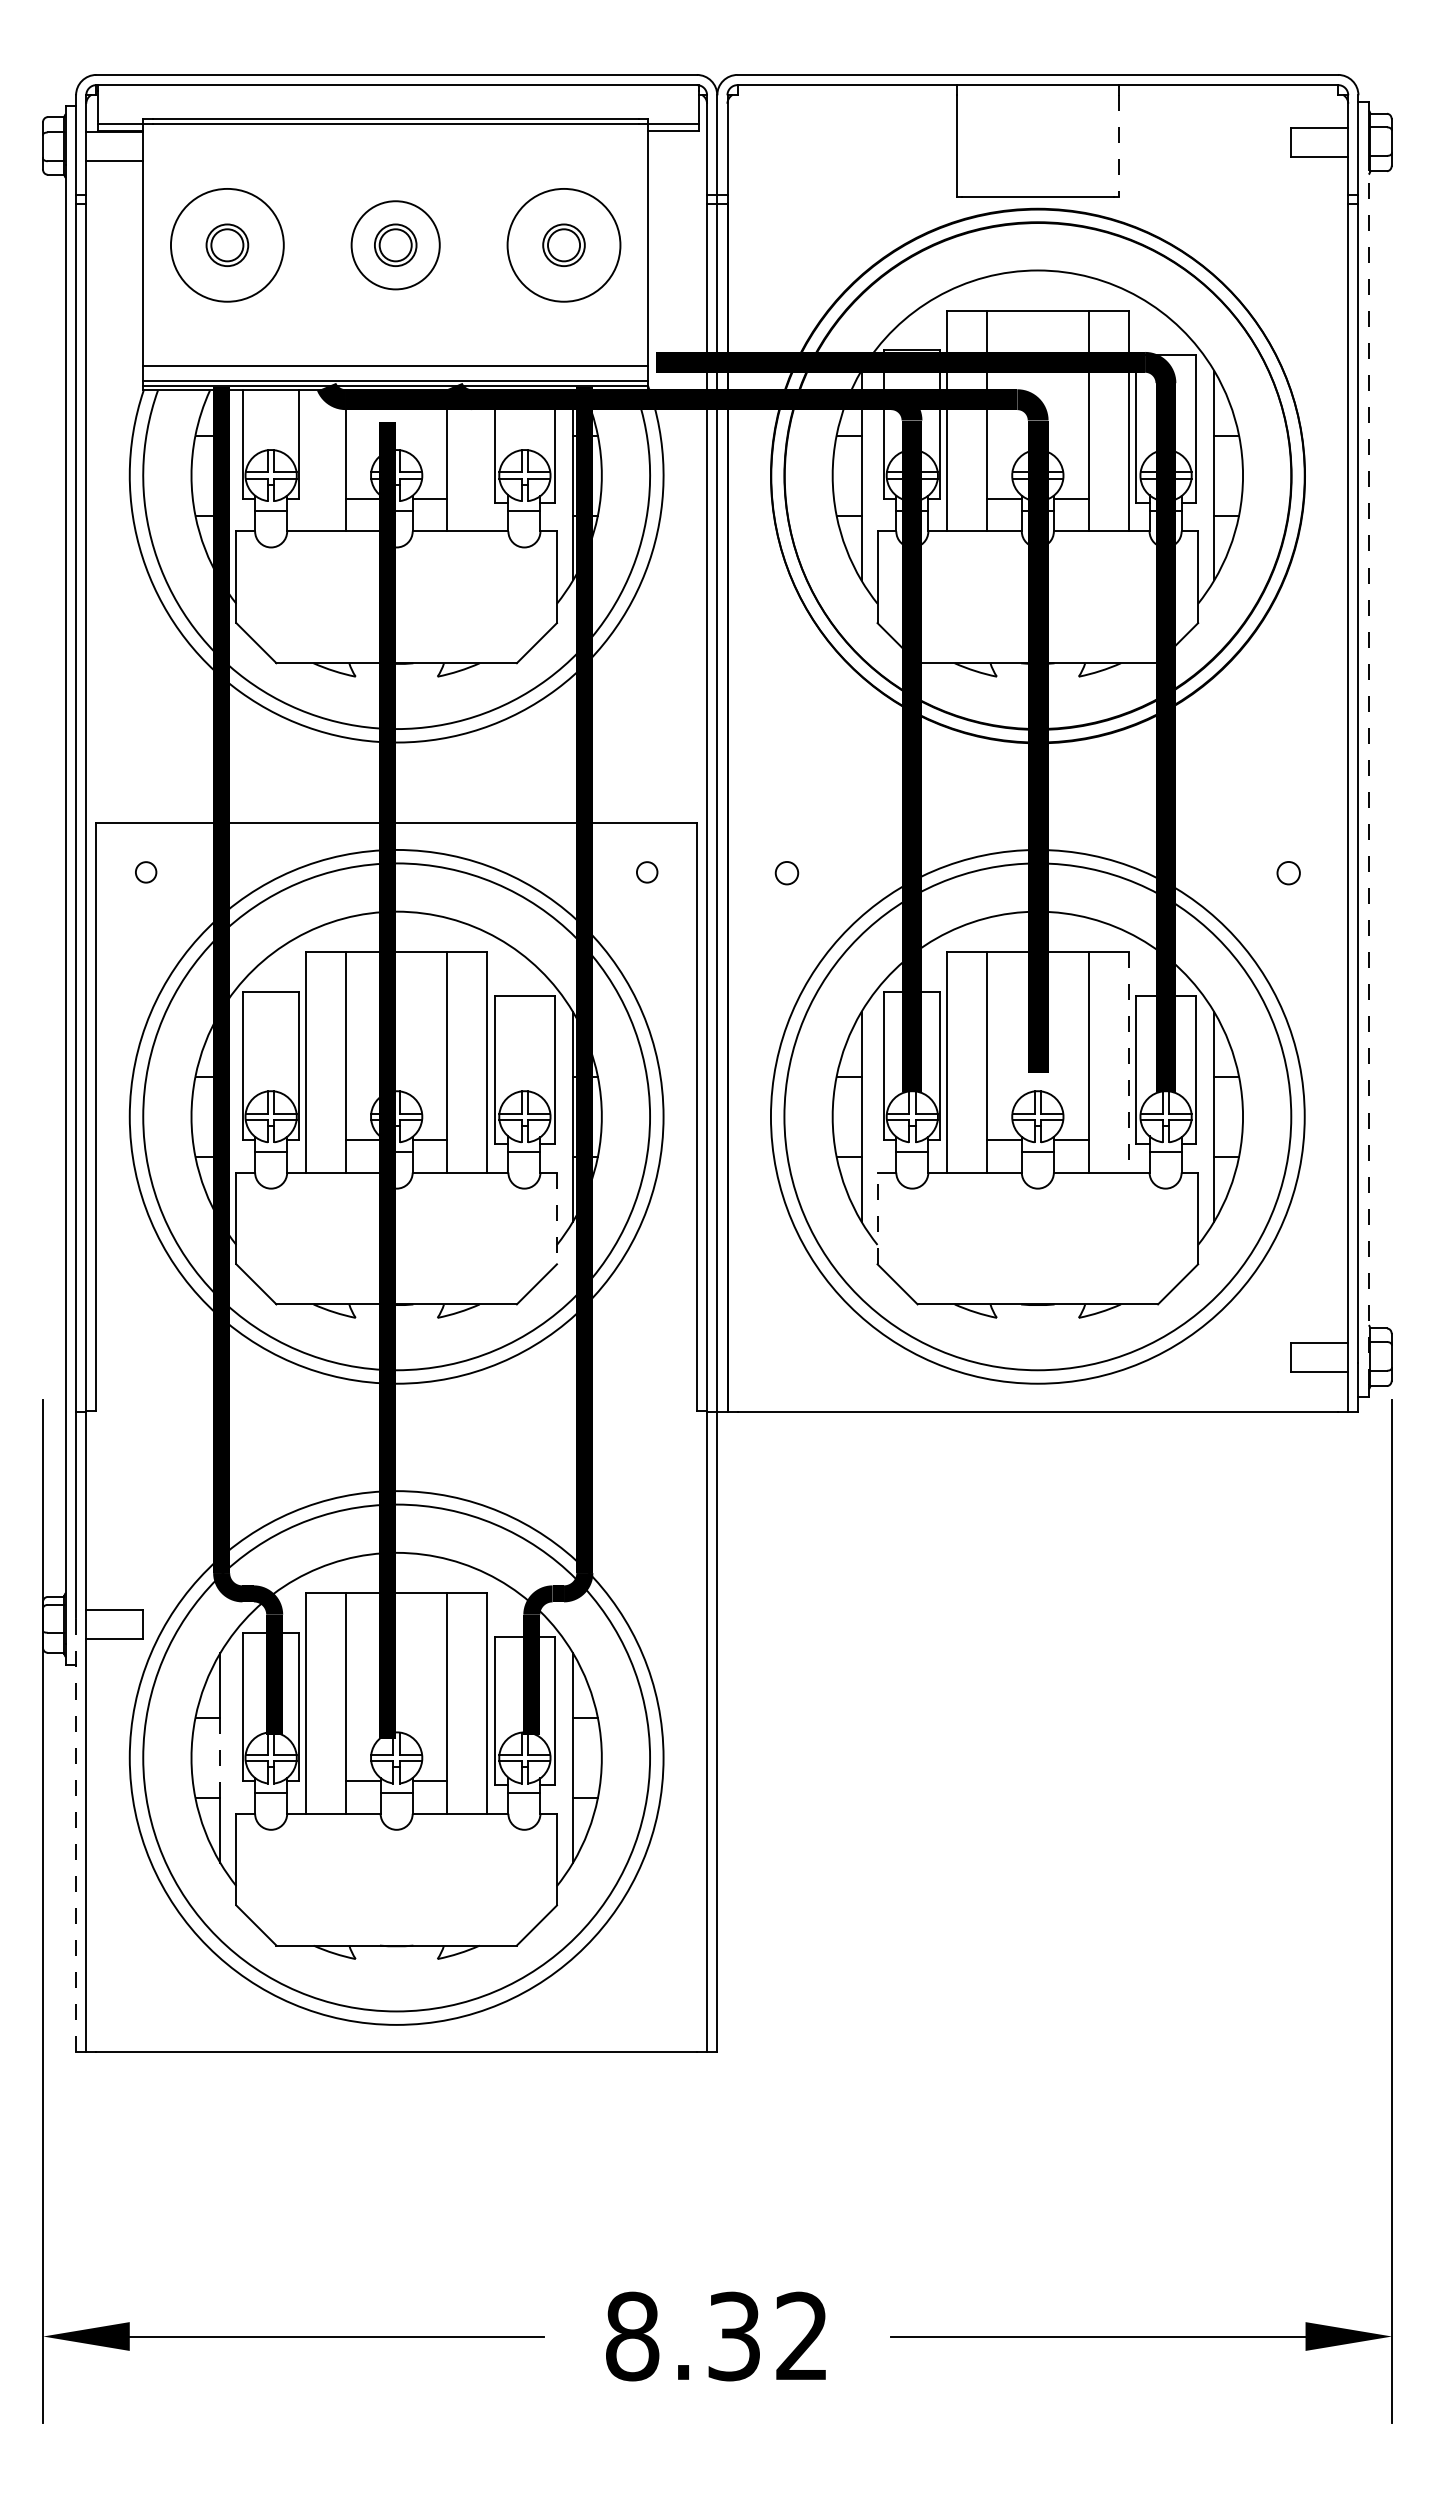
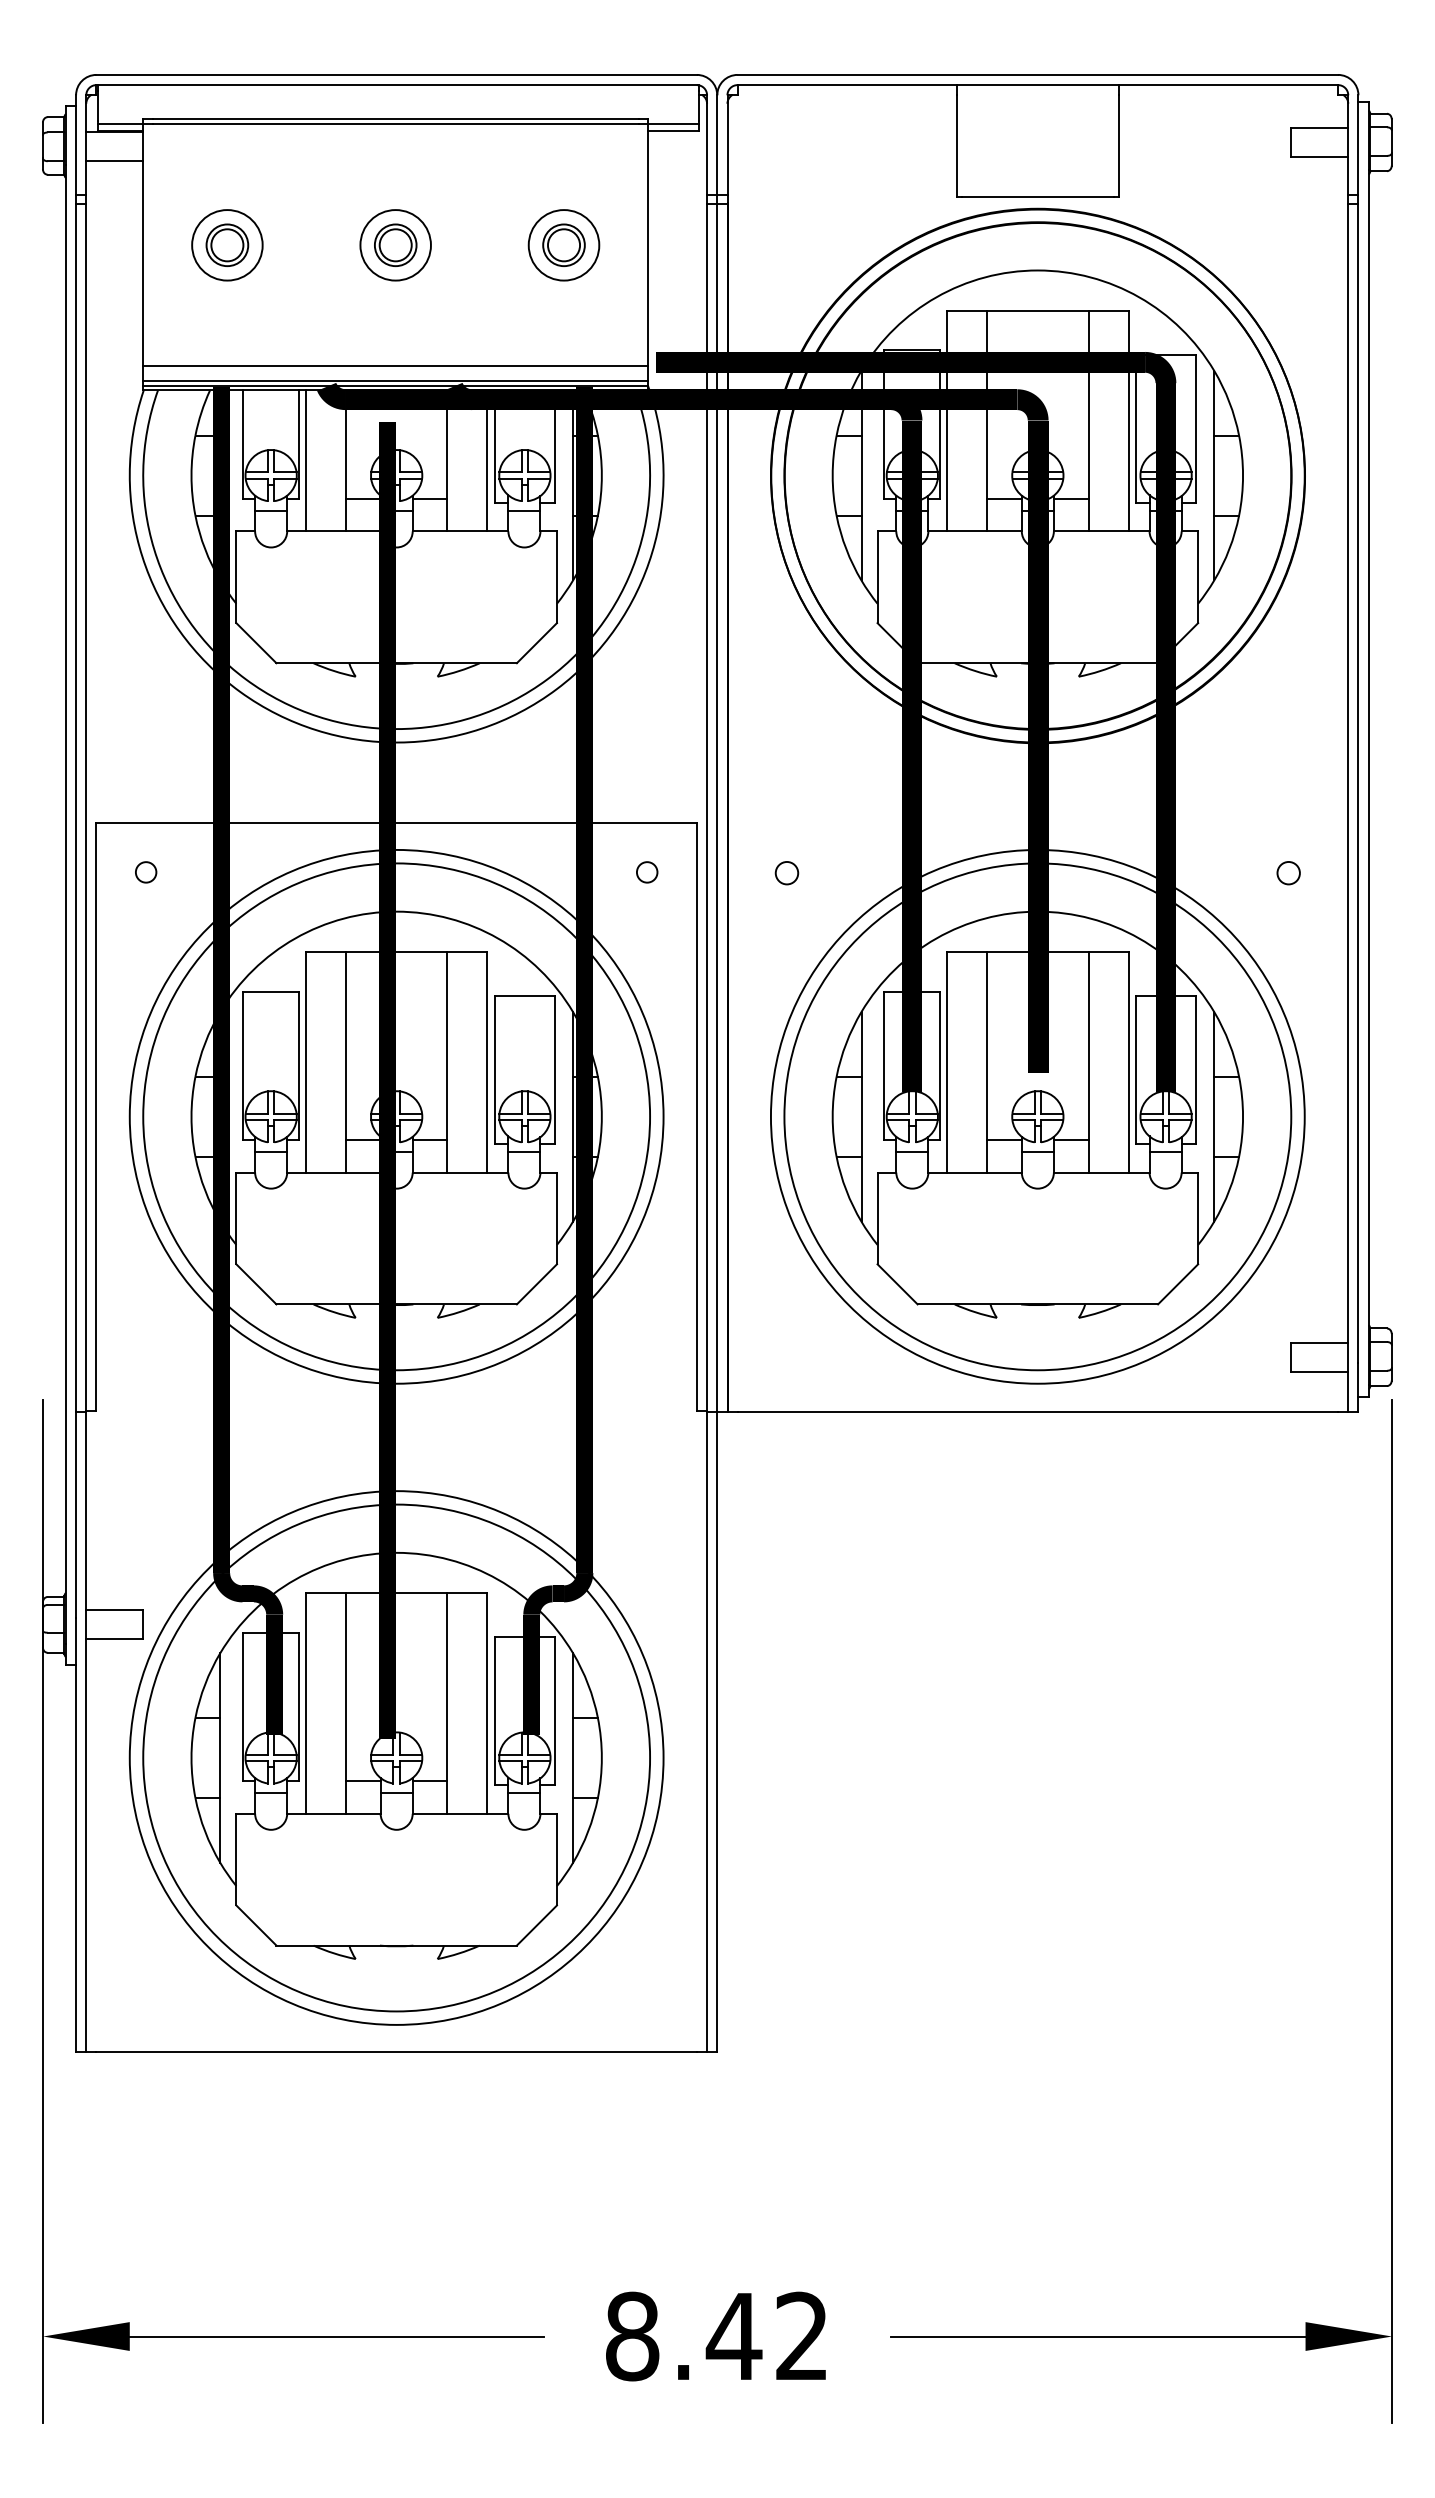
line at (1118, 146): dashed -> solid
circle at (226, 244) diameter: 113 px -> 71 px
circle at (563, 244) diameter: 113 px -> 71 px
circle at (395, 245) diameter: 88 px -> 71 px
line at (305, 460): none -> present
line at (487, 460): none -> present
line at (1368, 777): dashed -> solid
line at (1128, 1062): dashed -> solid
line at (556, 1218): dashed -> solid
line at (877, 1218): dashed -> solid
line at (220, 1758): dashed -> solid
line at (76, 1834): dashed -> solid
text at (733, 2336): 8.32 -> 8.42
